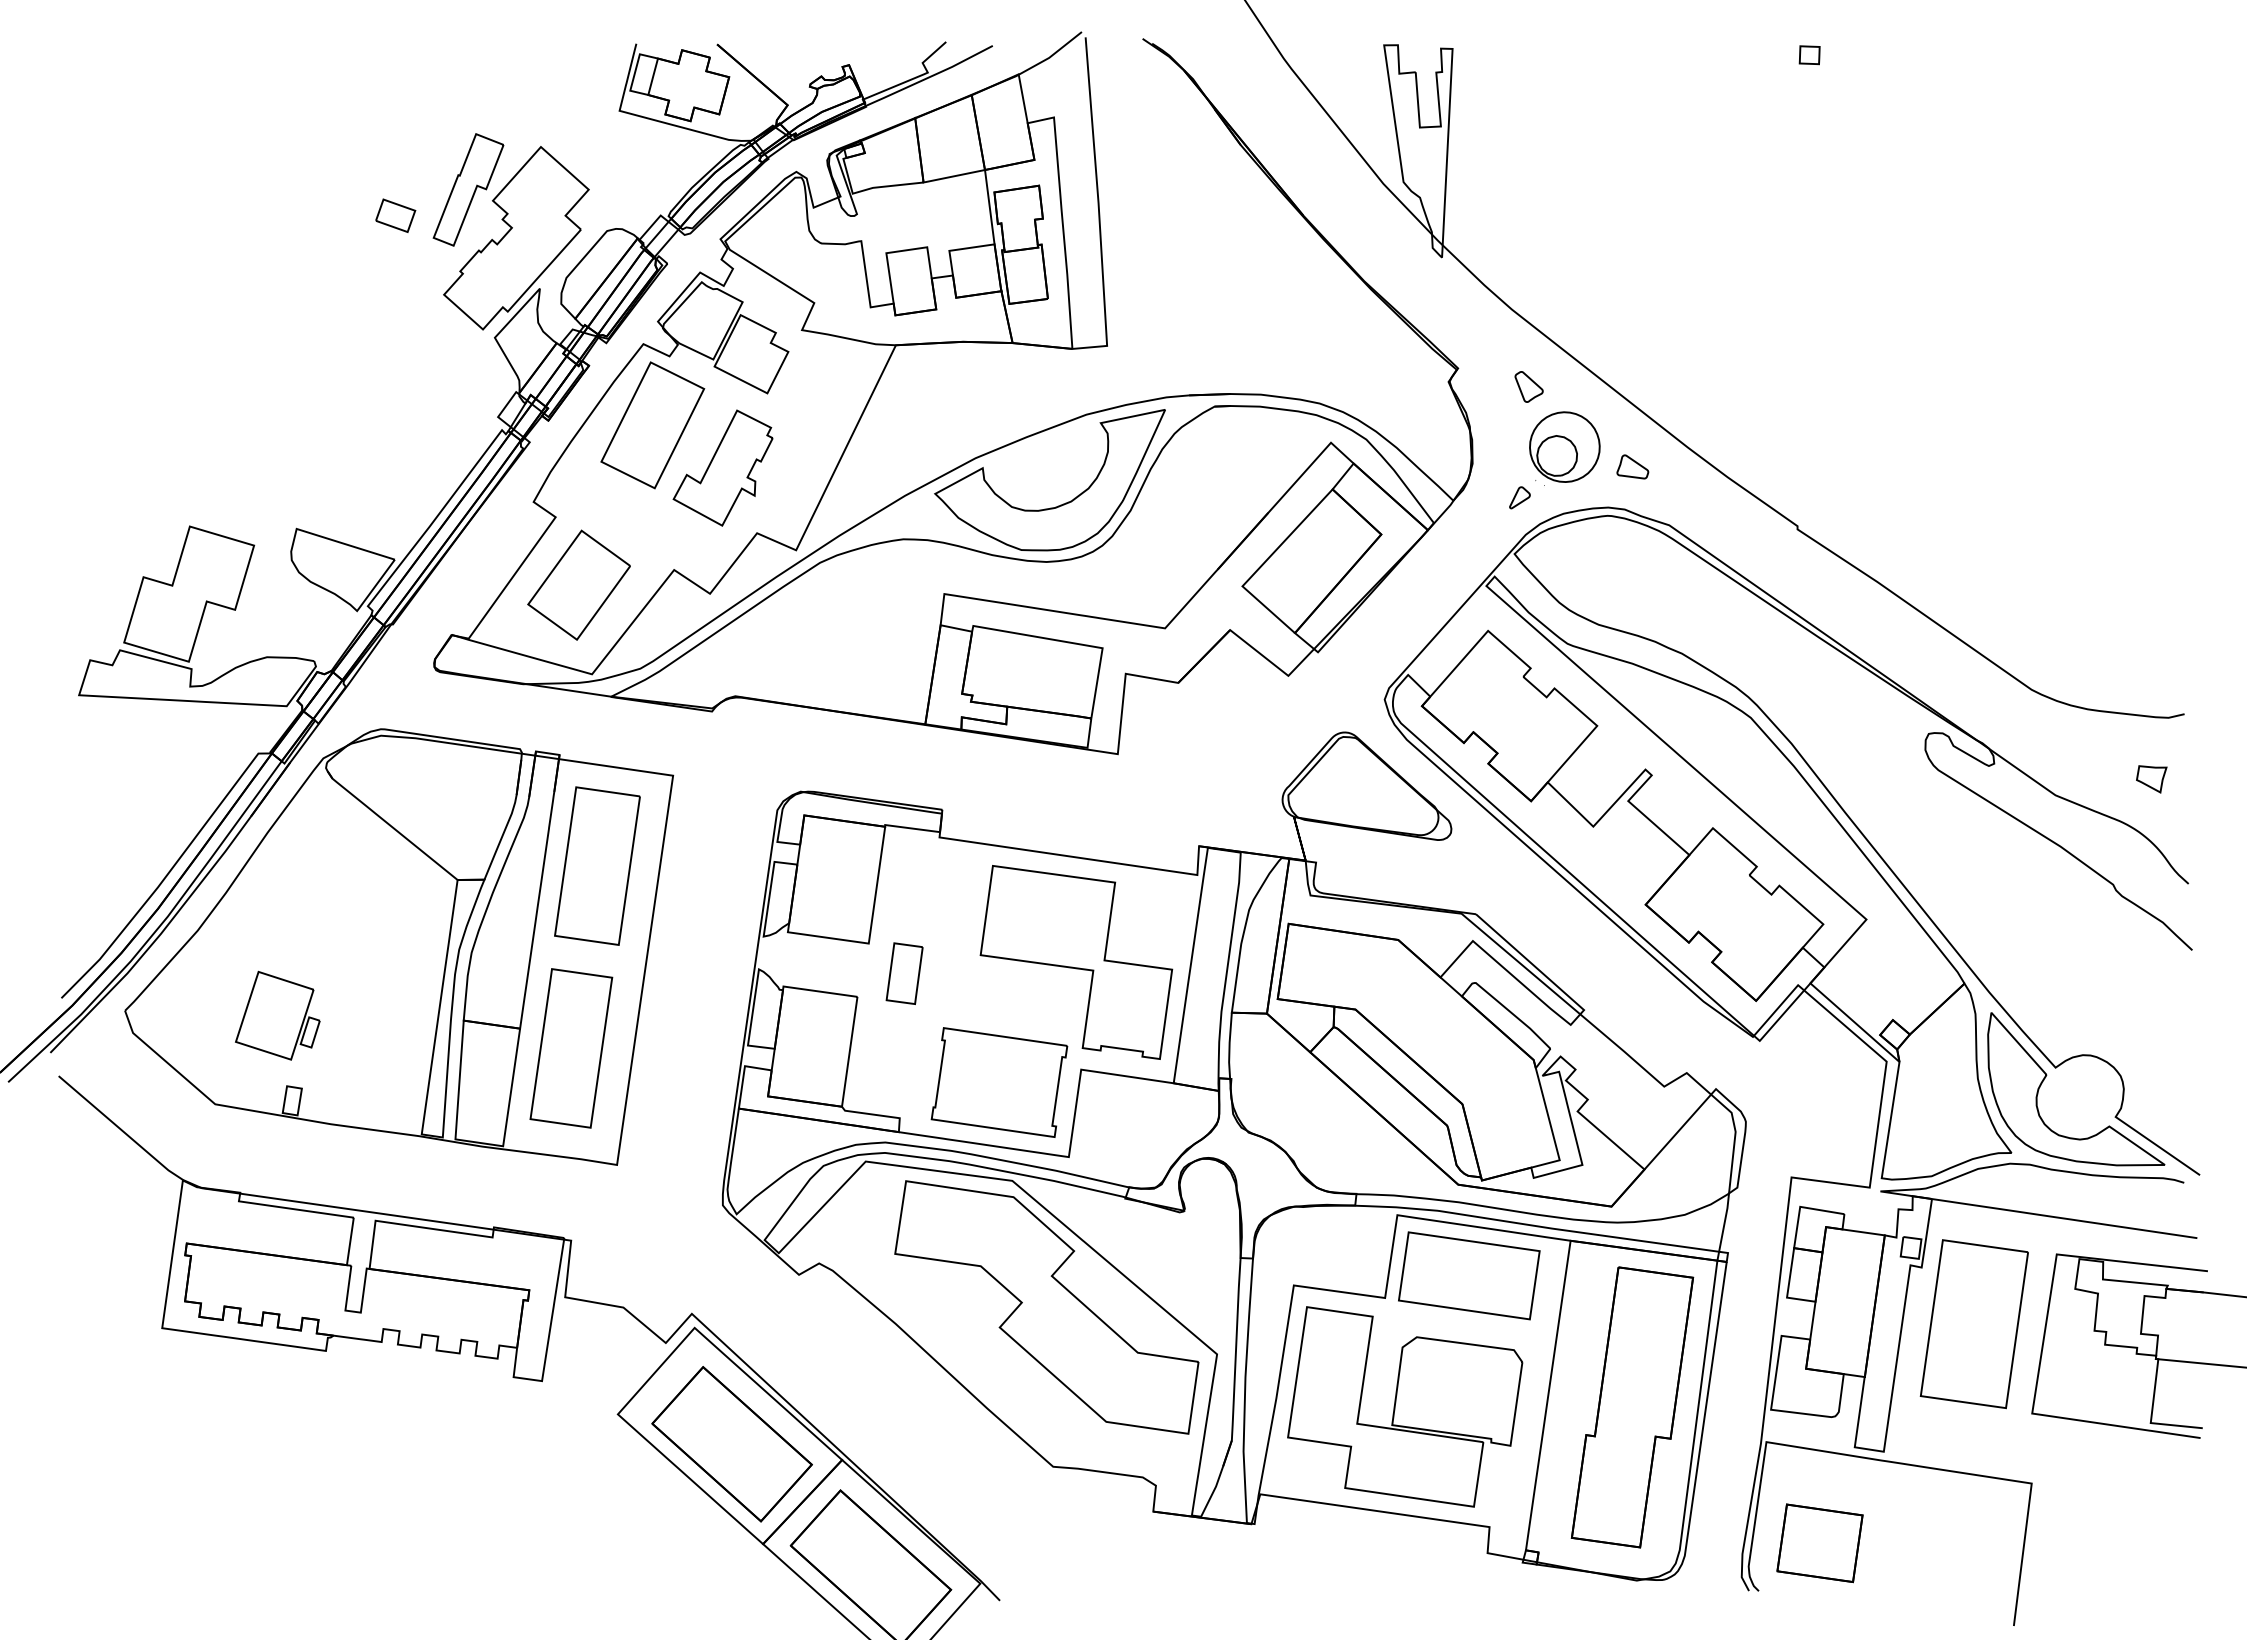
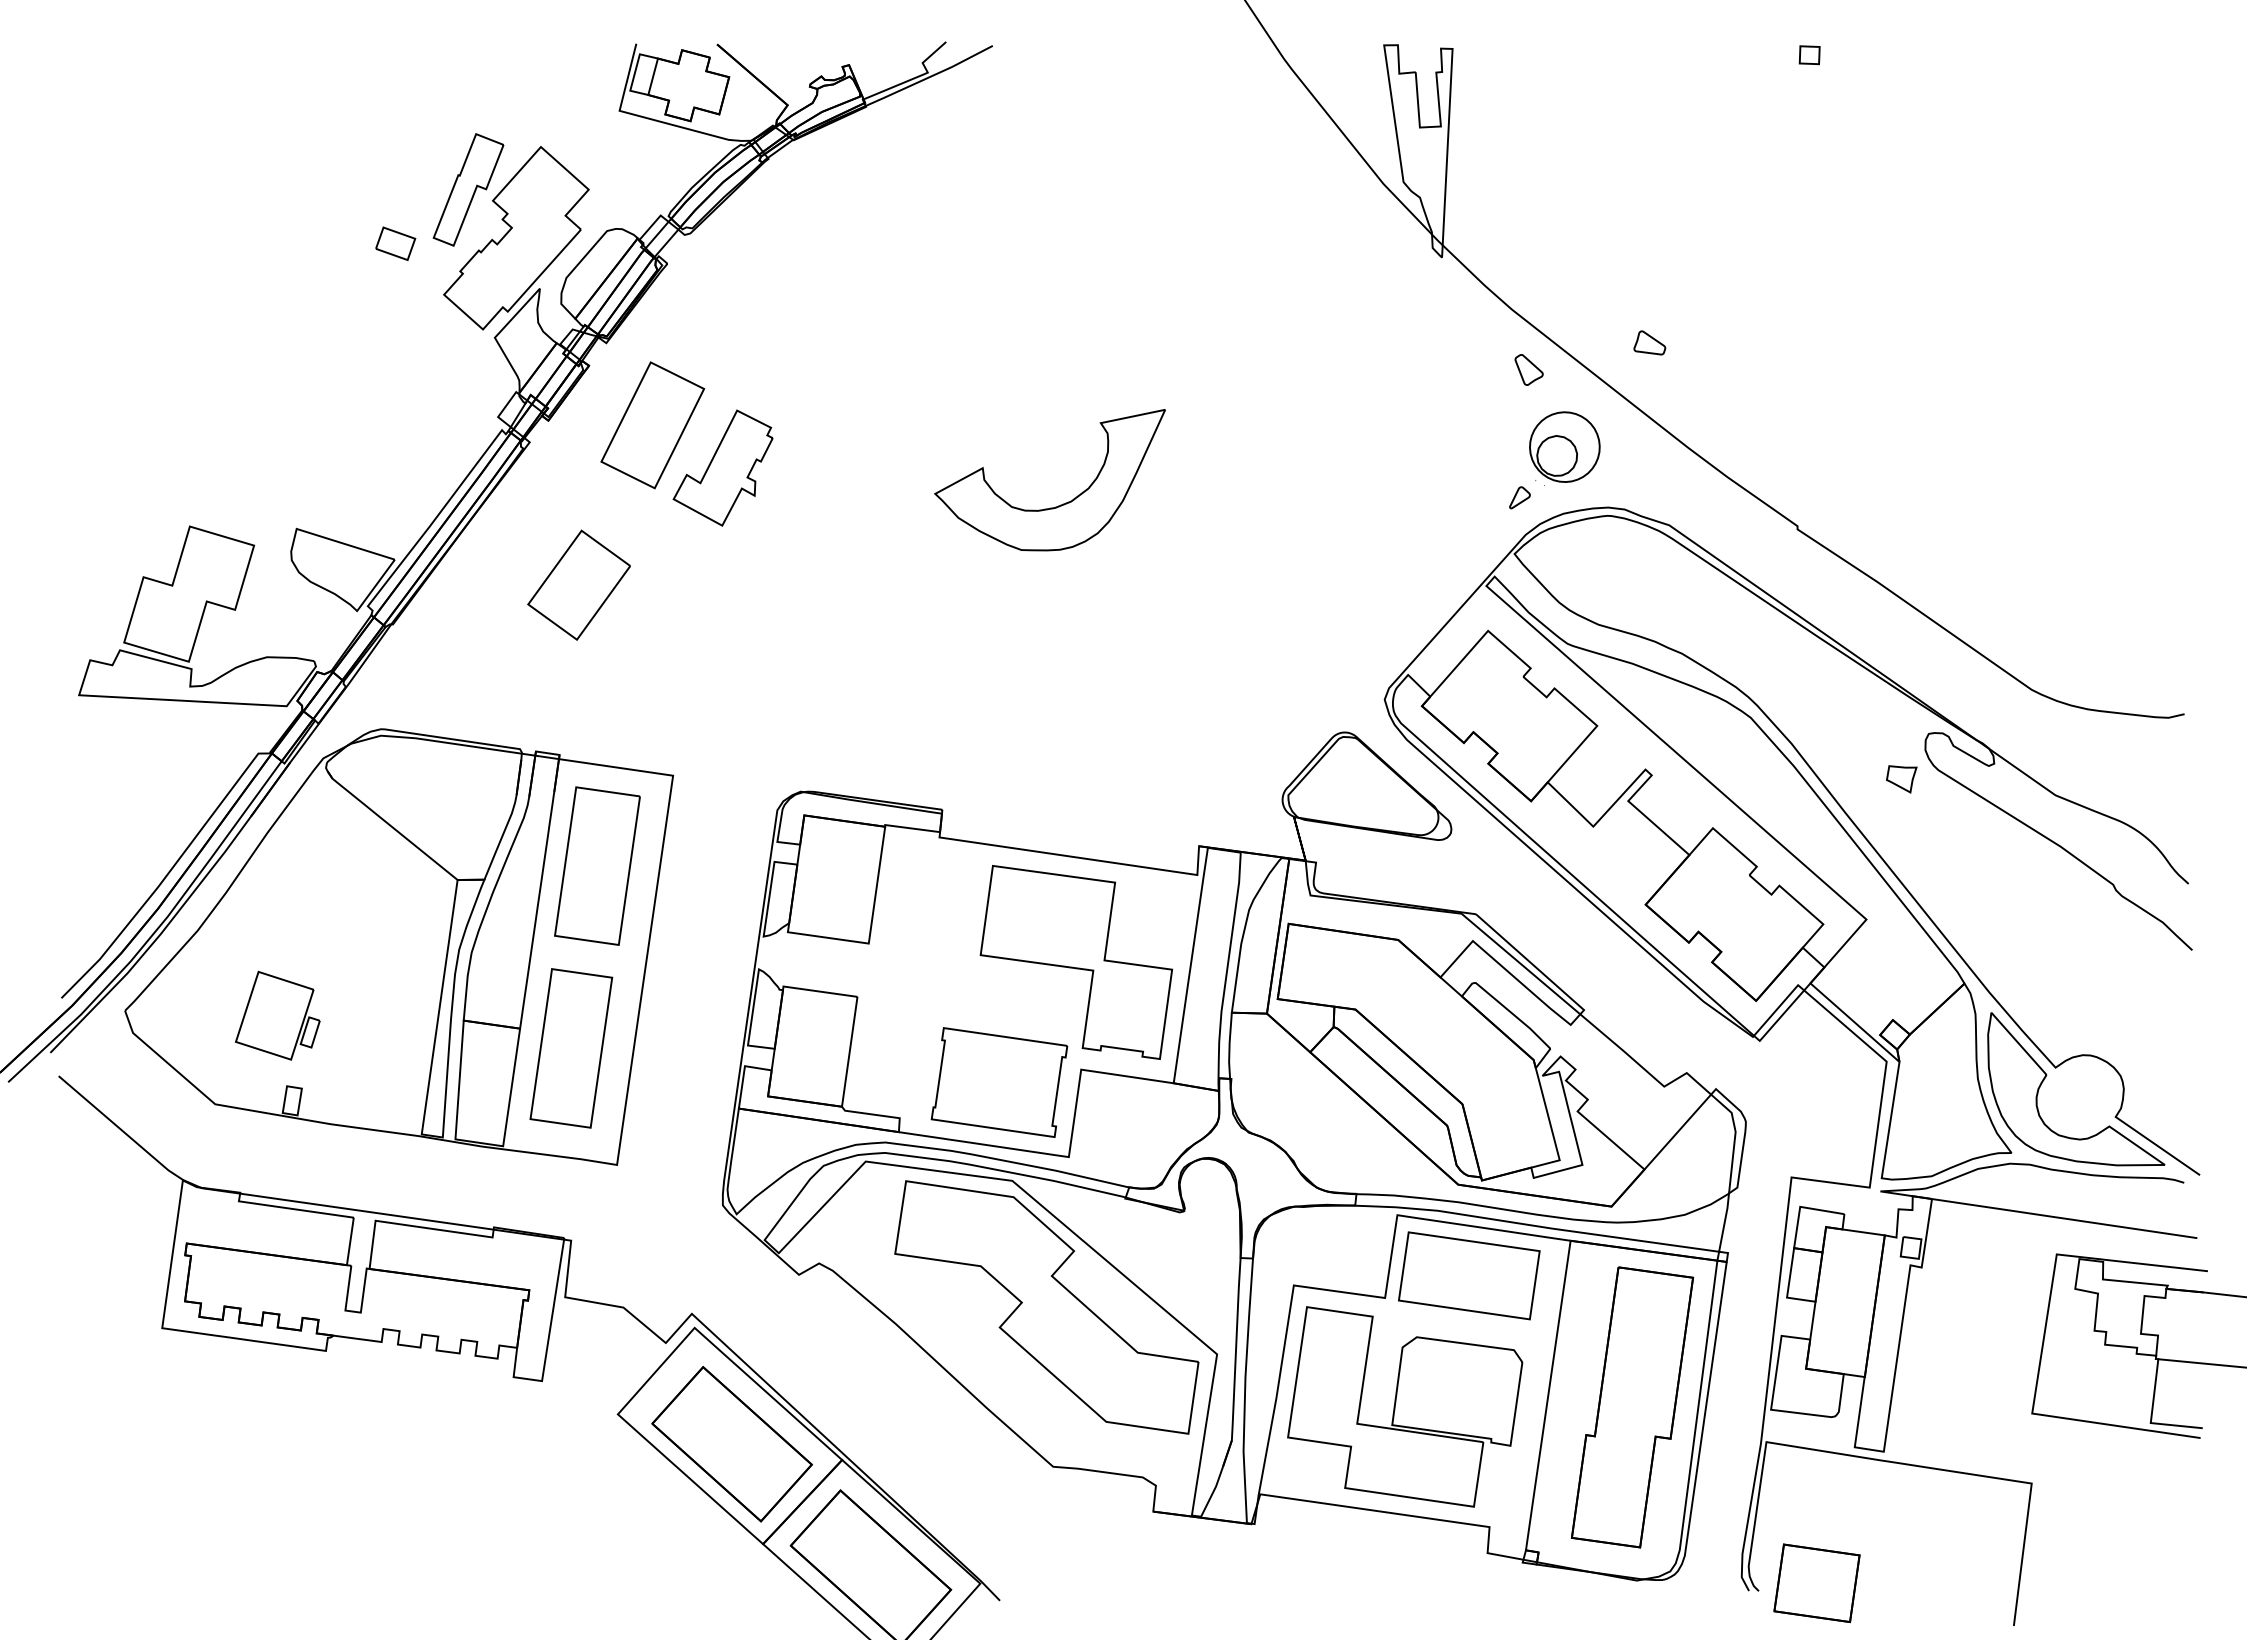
part at (395, 215) position: (395, 215) -> (395, 243)
part at (953, 343): present -> none
part at (1528, 386) position: (1528, 386) -> (1528, 369)
part at (1632, 466) position: (1632, 466) -> (1649, 342)
part at (2151, 779) position: (2151, 779) -> (1901, 779)
part at (904, 973): present -> none
part at (1973, 1324): present -> none
part at (1819, 1543) position: (1819, 1543) -> (1816, 1583)
